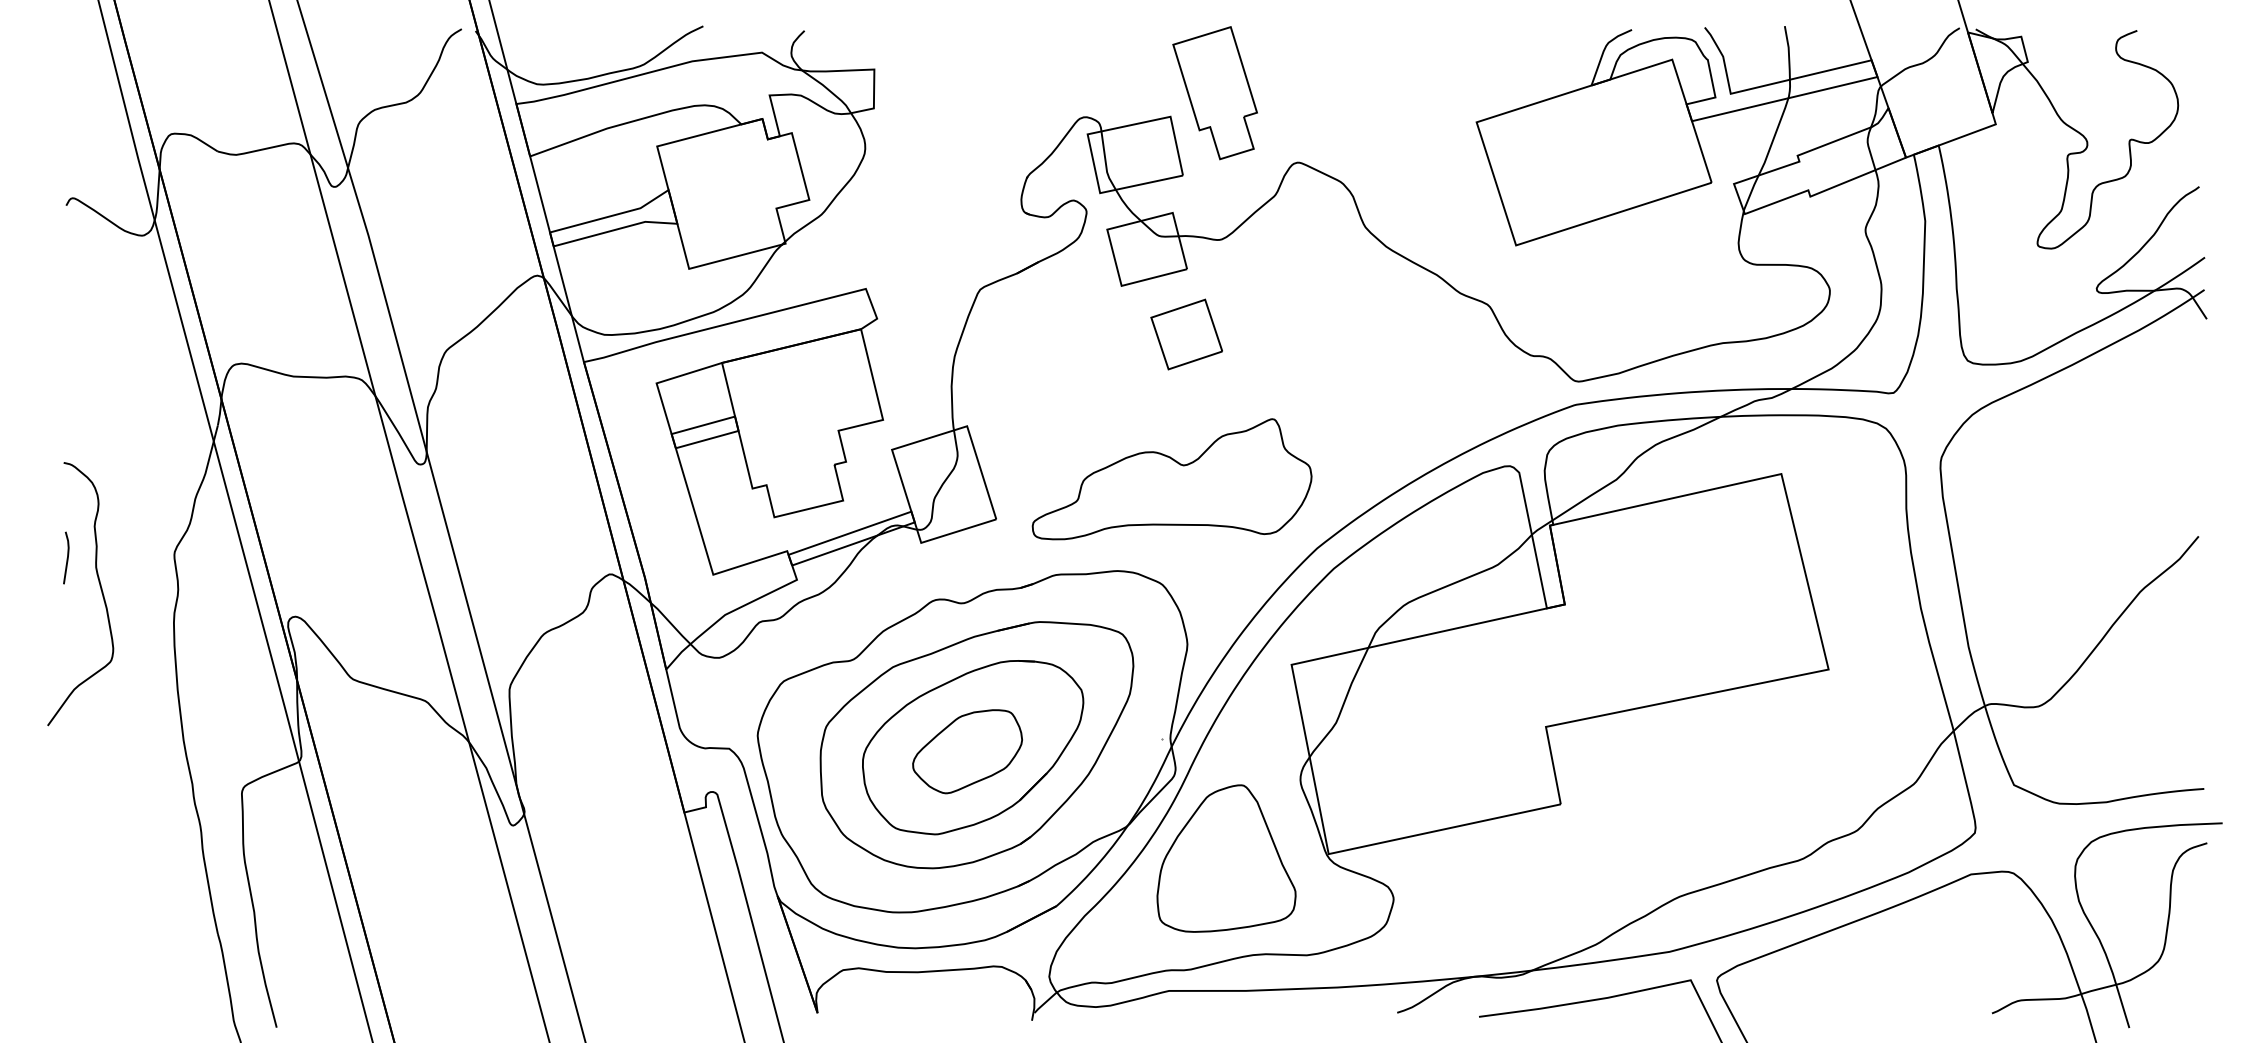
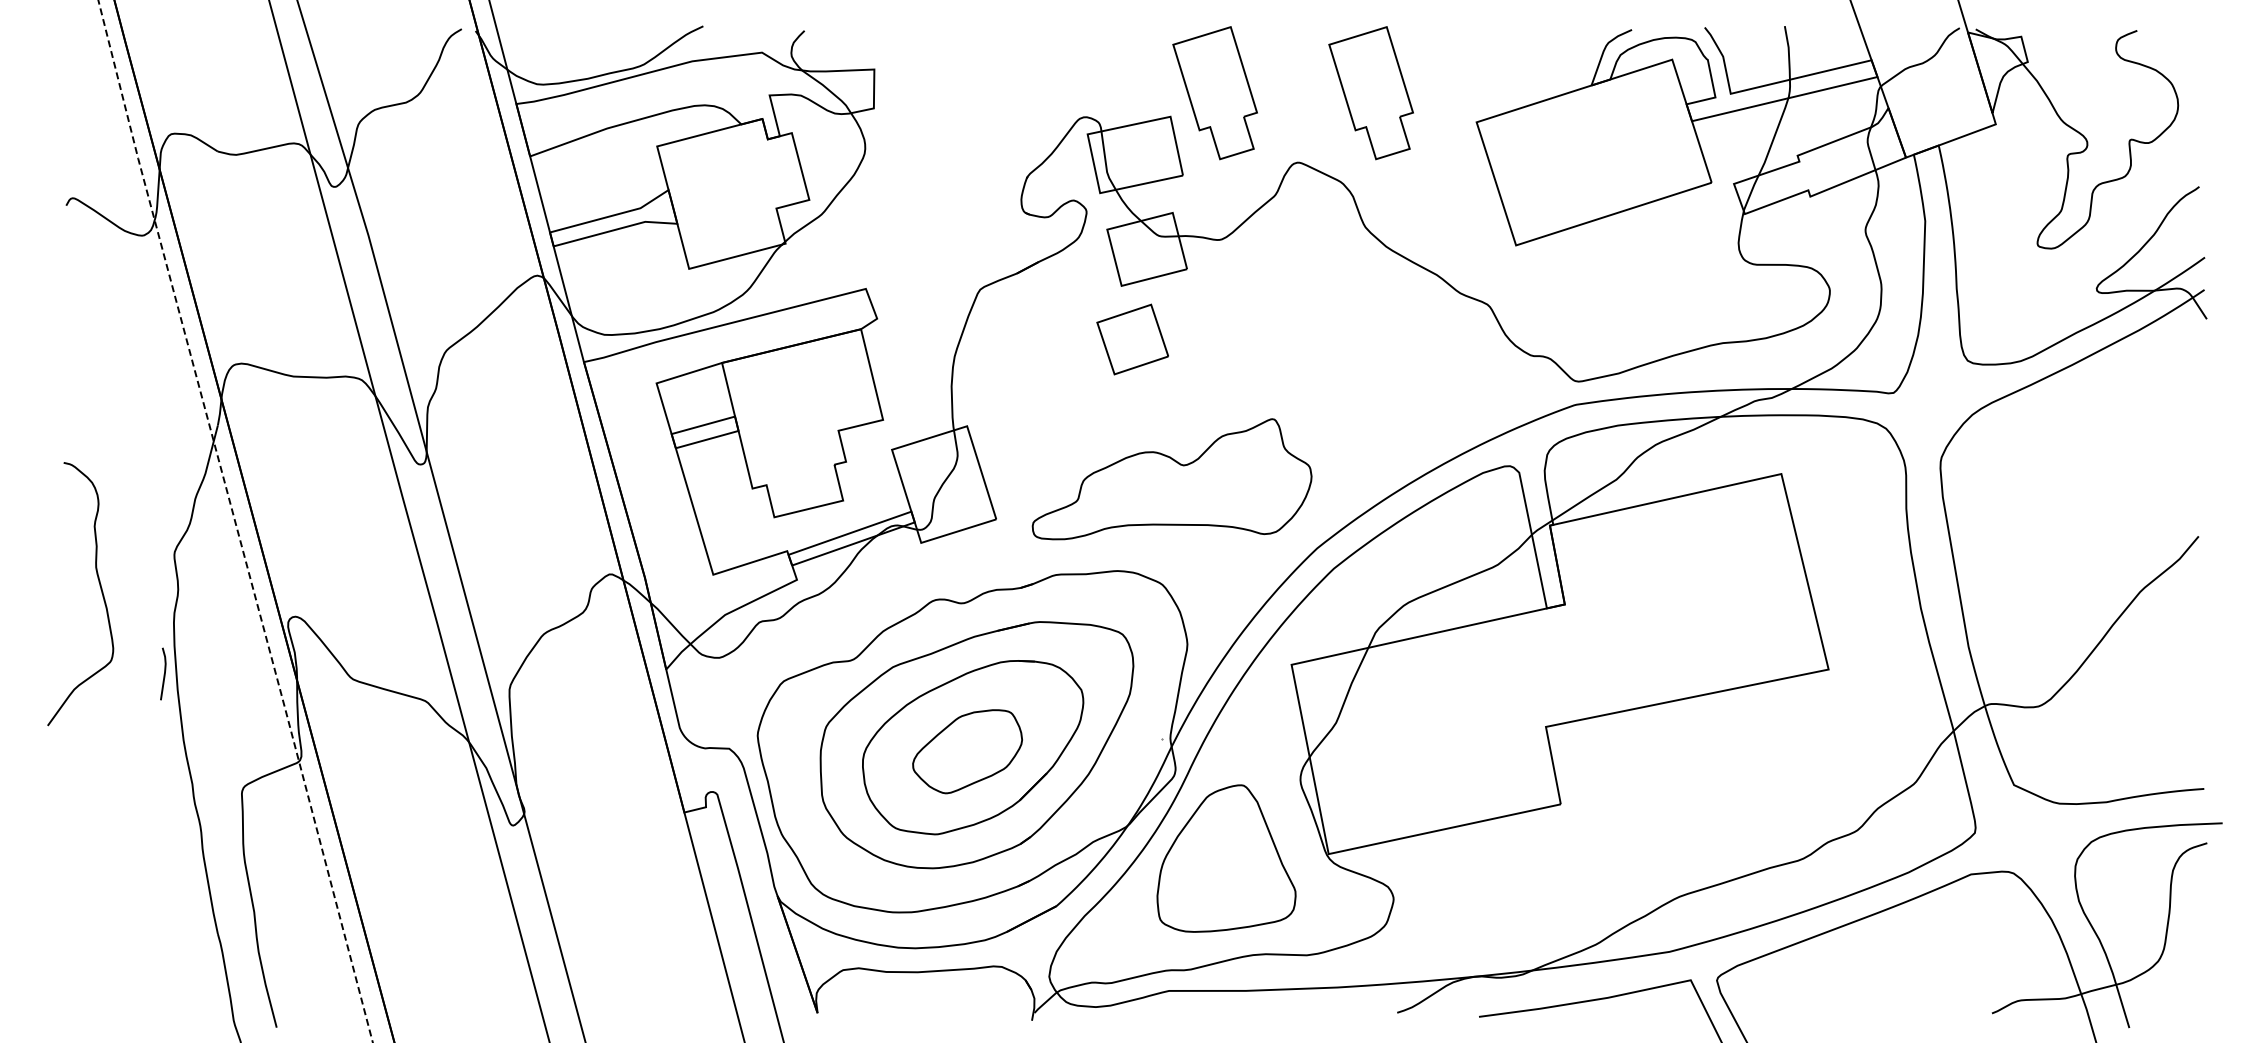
part at (1370, 93): none -> present
part at (1186, 334) position: (1186, 334) -> (1132, 339)
line at (235, 520): solid -> dashed
line at (67, 557) position: (67, 557) -> (164, 673)
